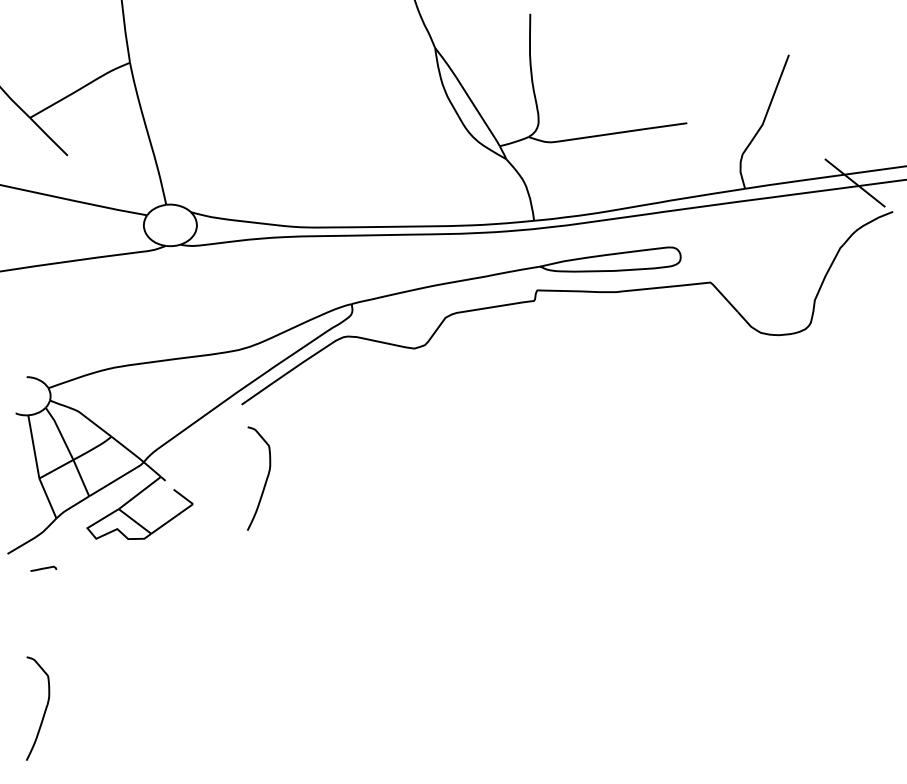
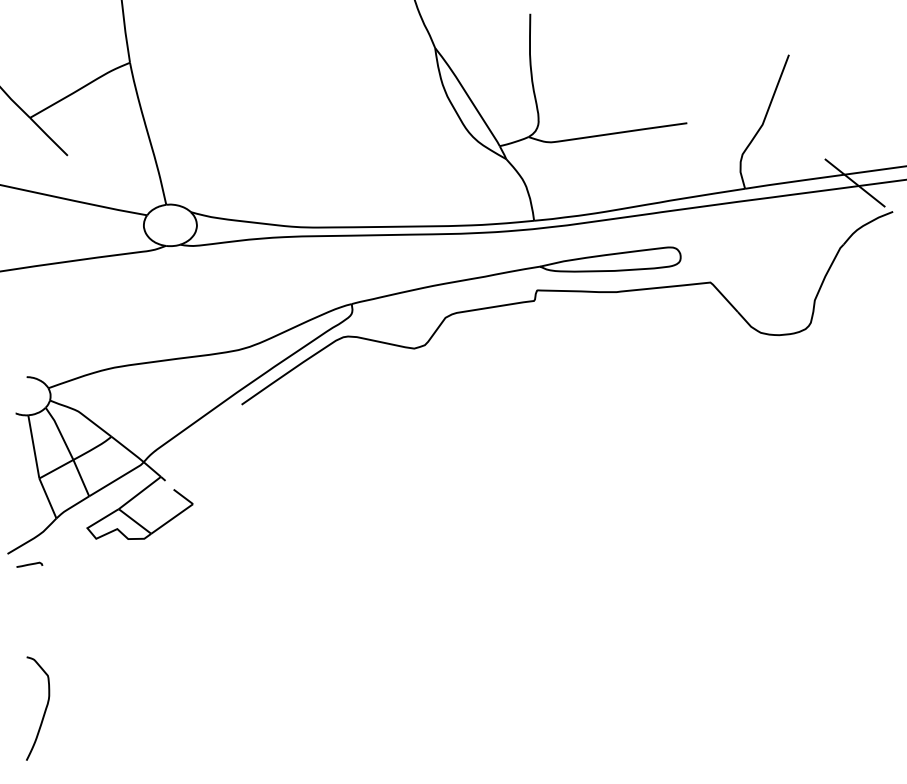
curve at (265, 480): present -> none
curve at (43, 568) position: (43, 568) -> (29, 564)
